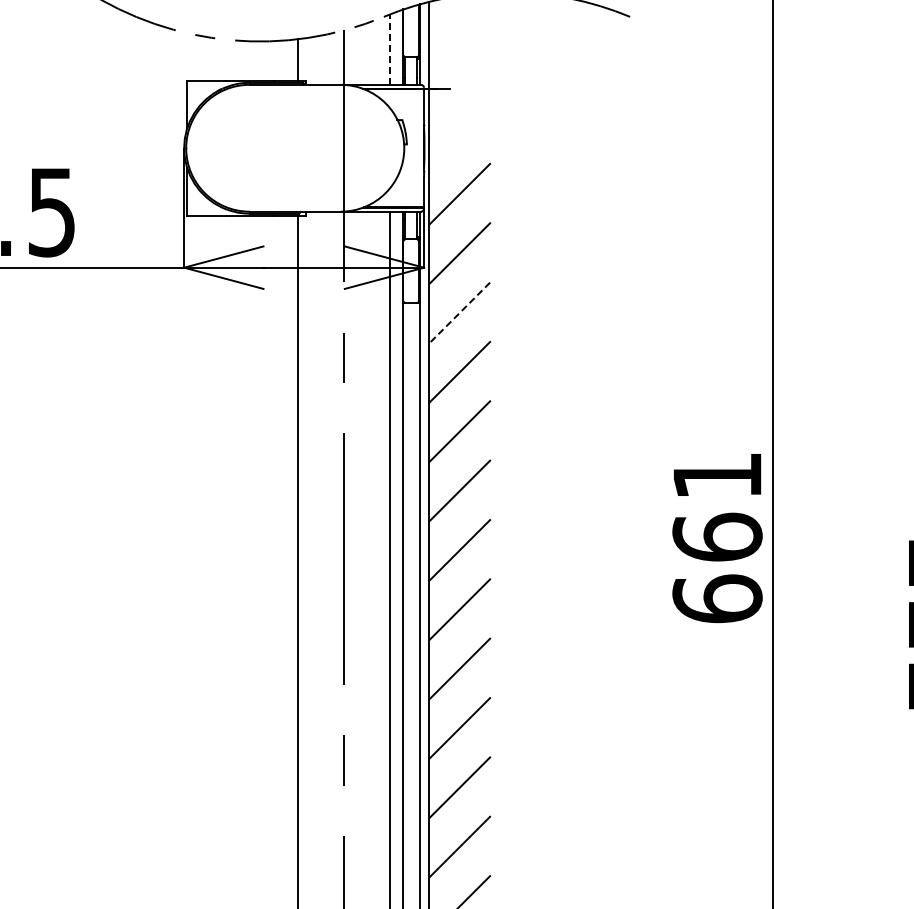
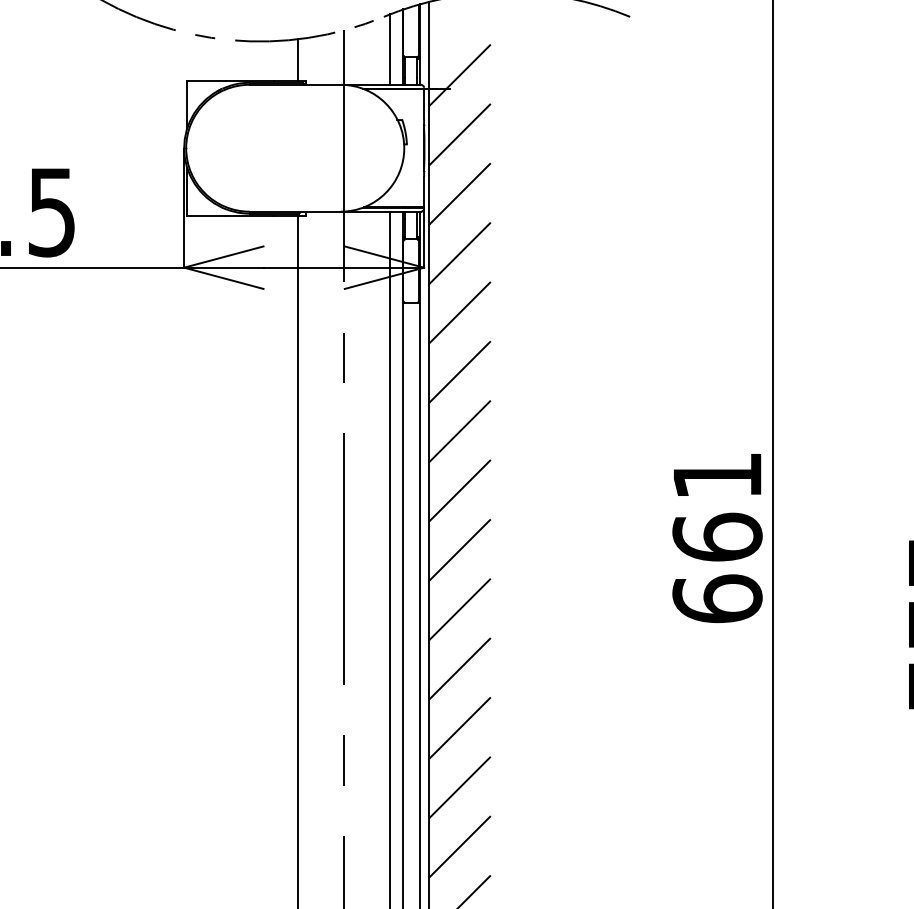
line at (390, 49): dashed -> solid
line at (459, 75): none -> present
line at (459, 134): none -> present
line at (459, 313): dashed -> solid
